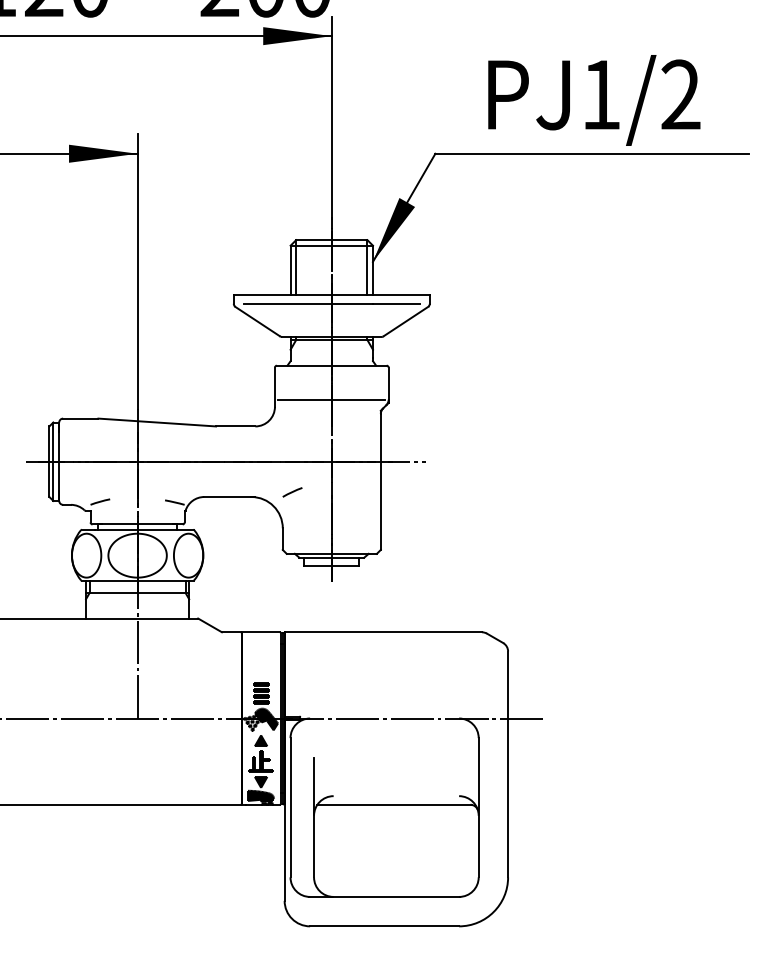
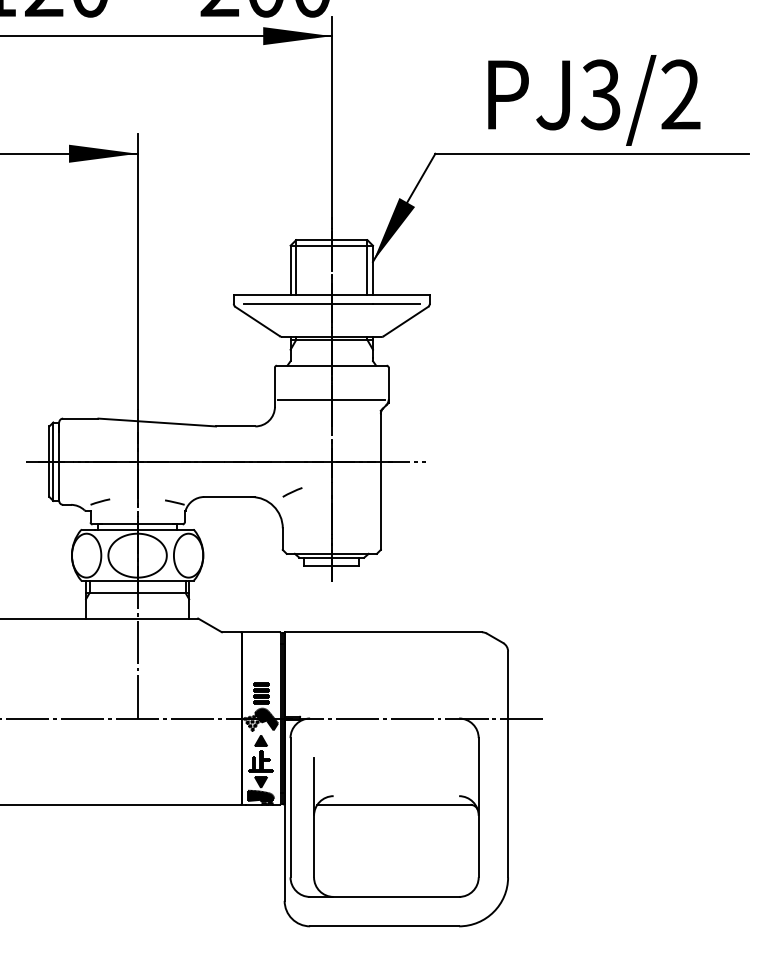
text at (600, 94): PJ1/2 -> PJ3/2
